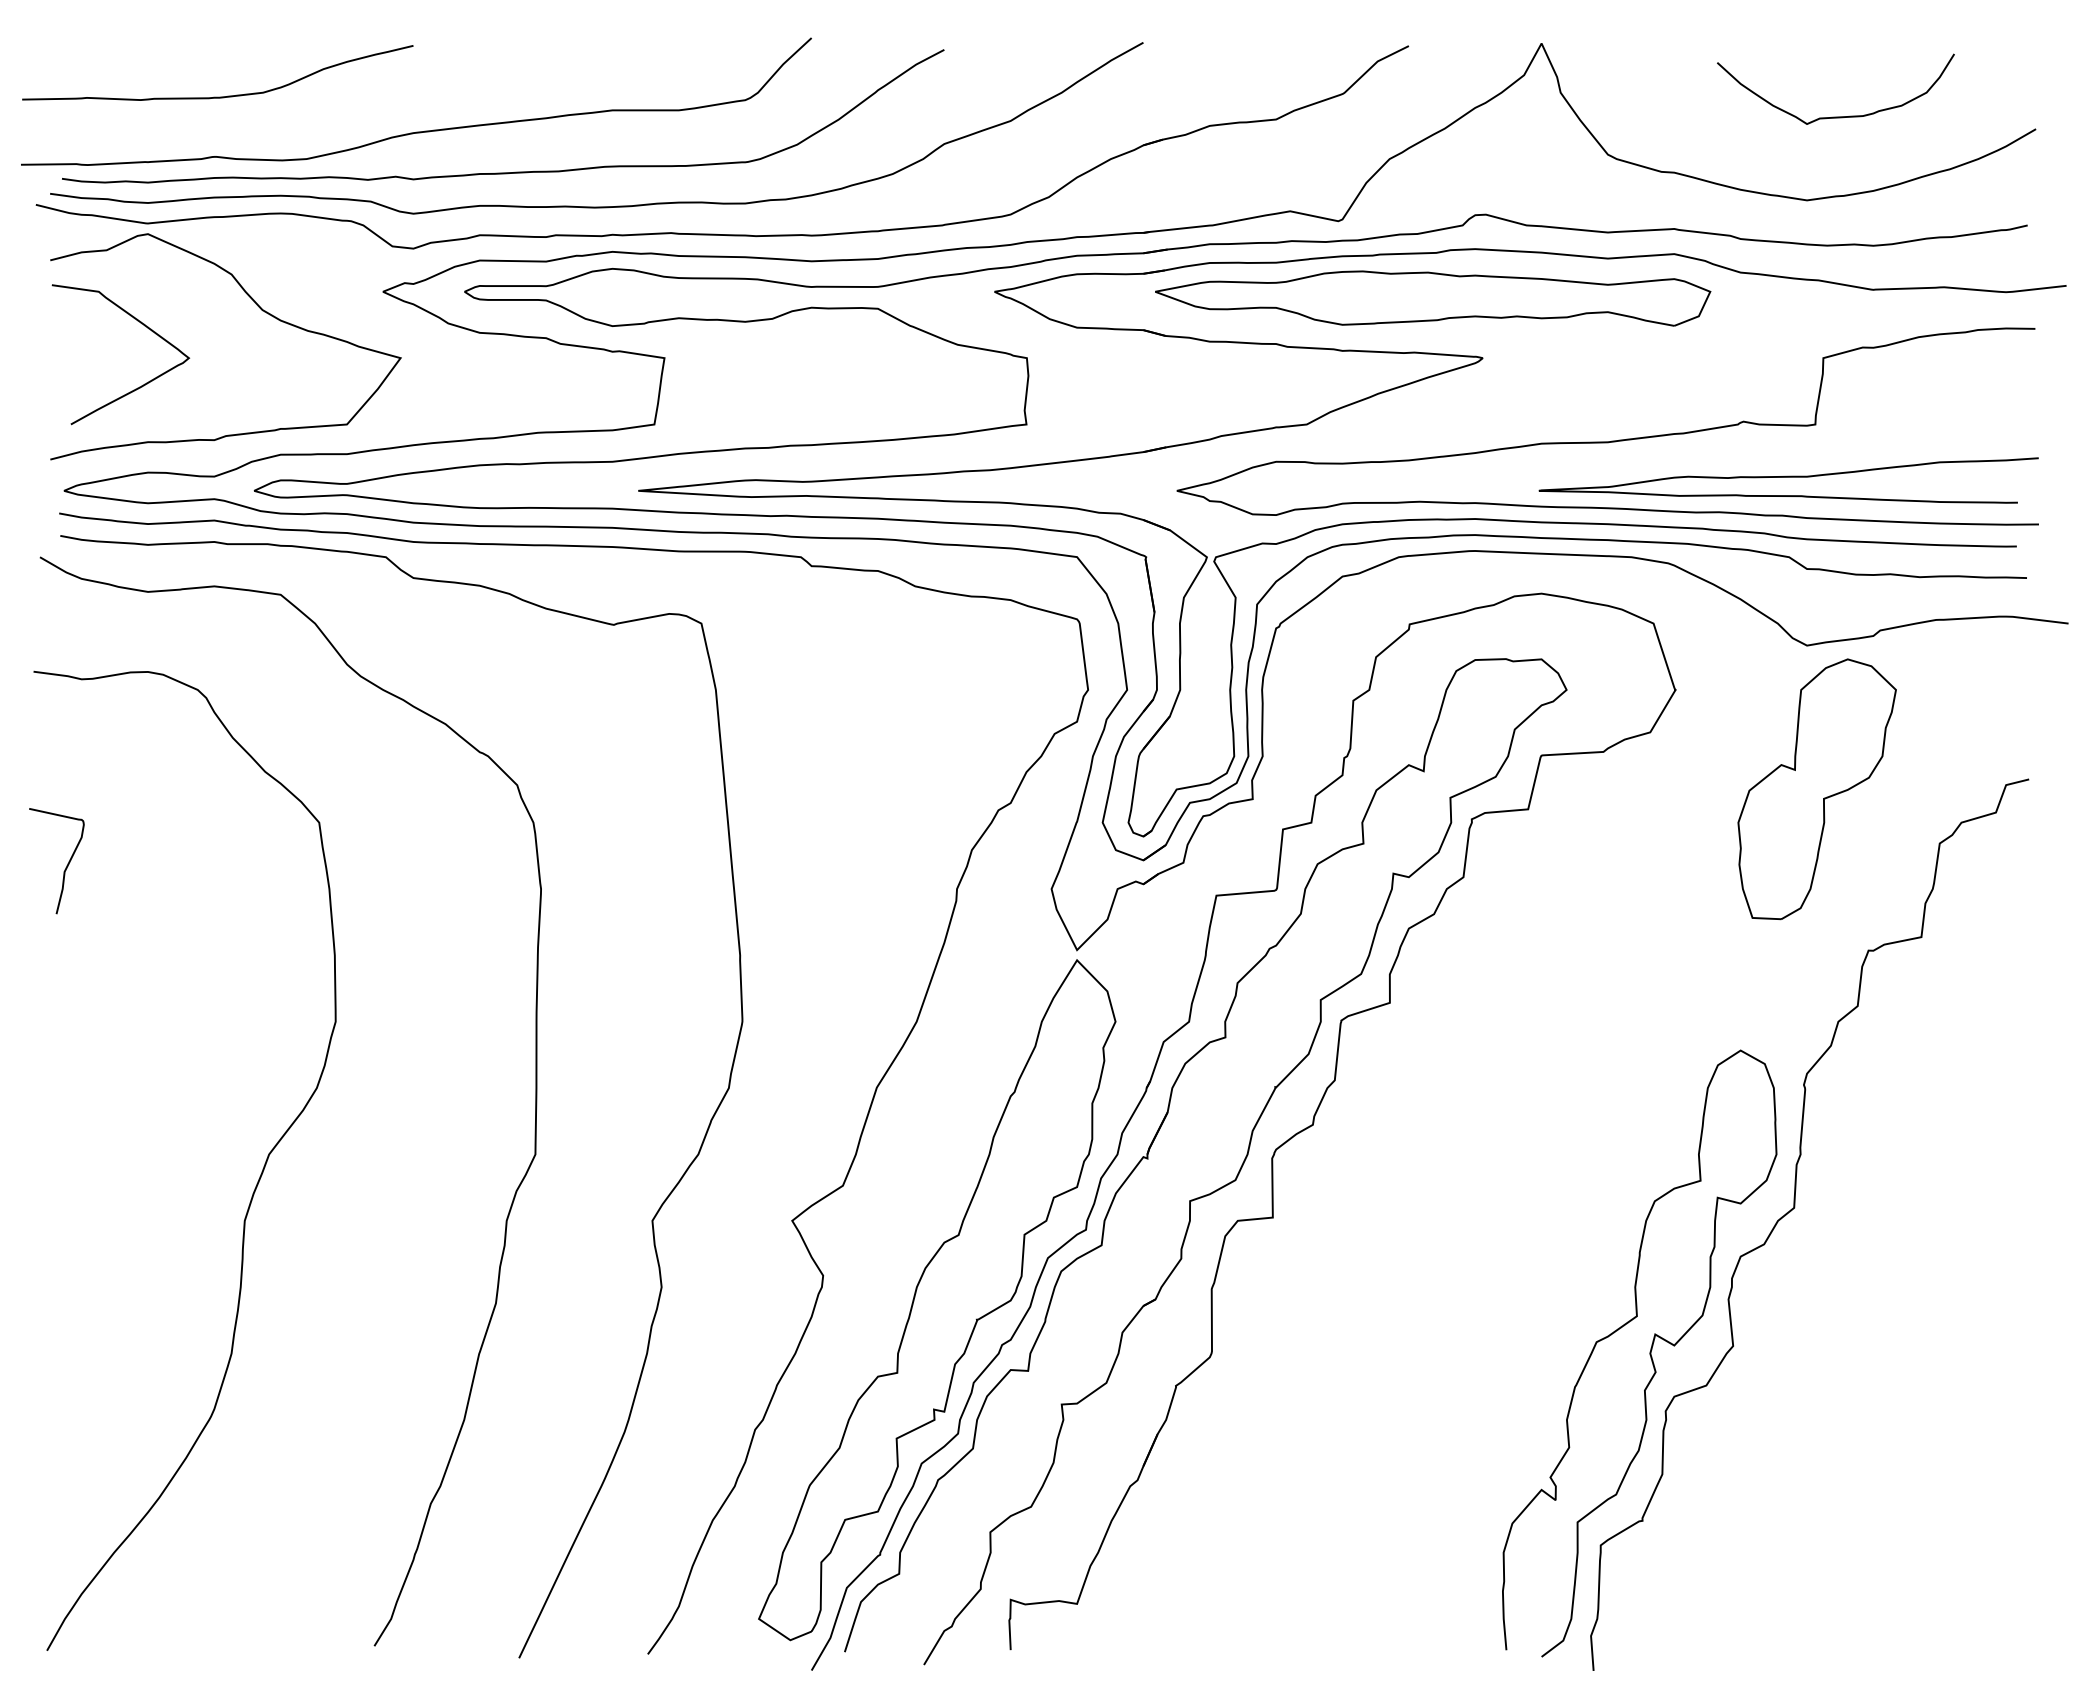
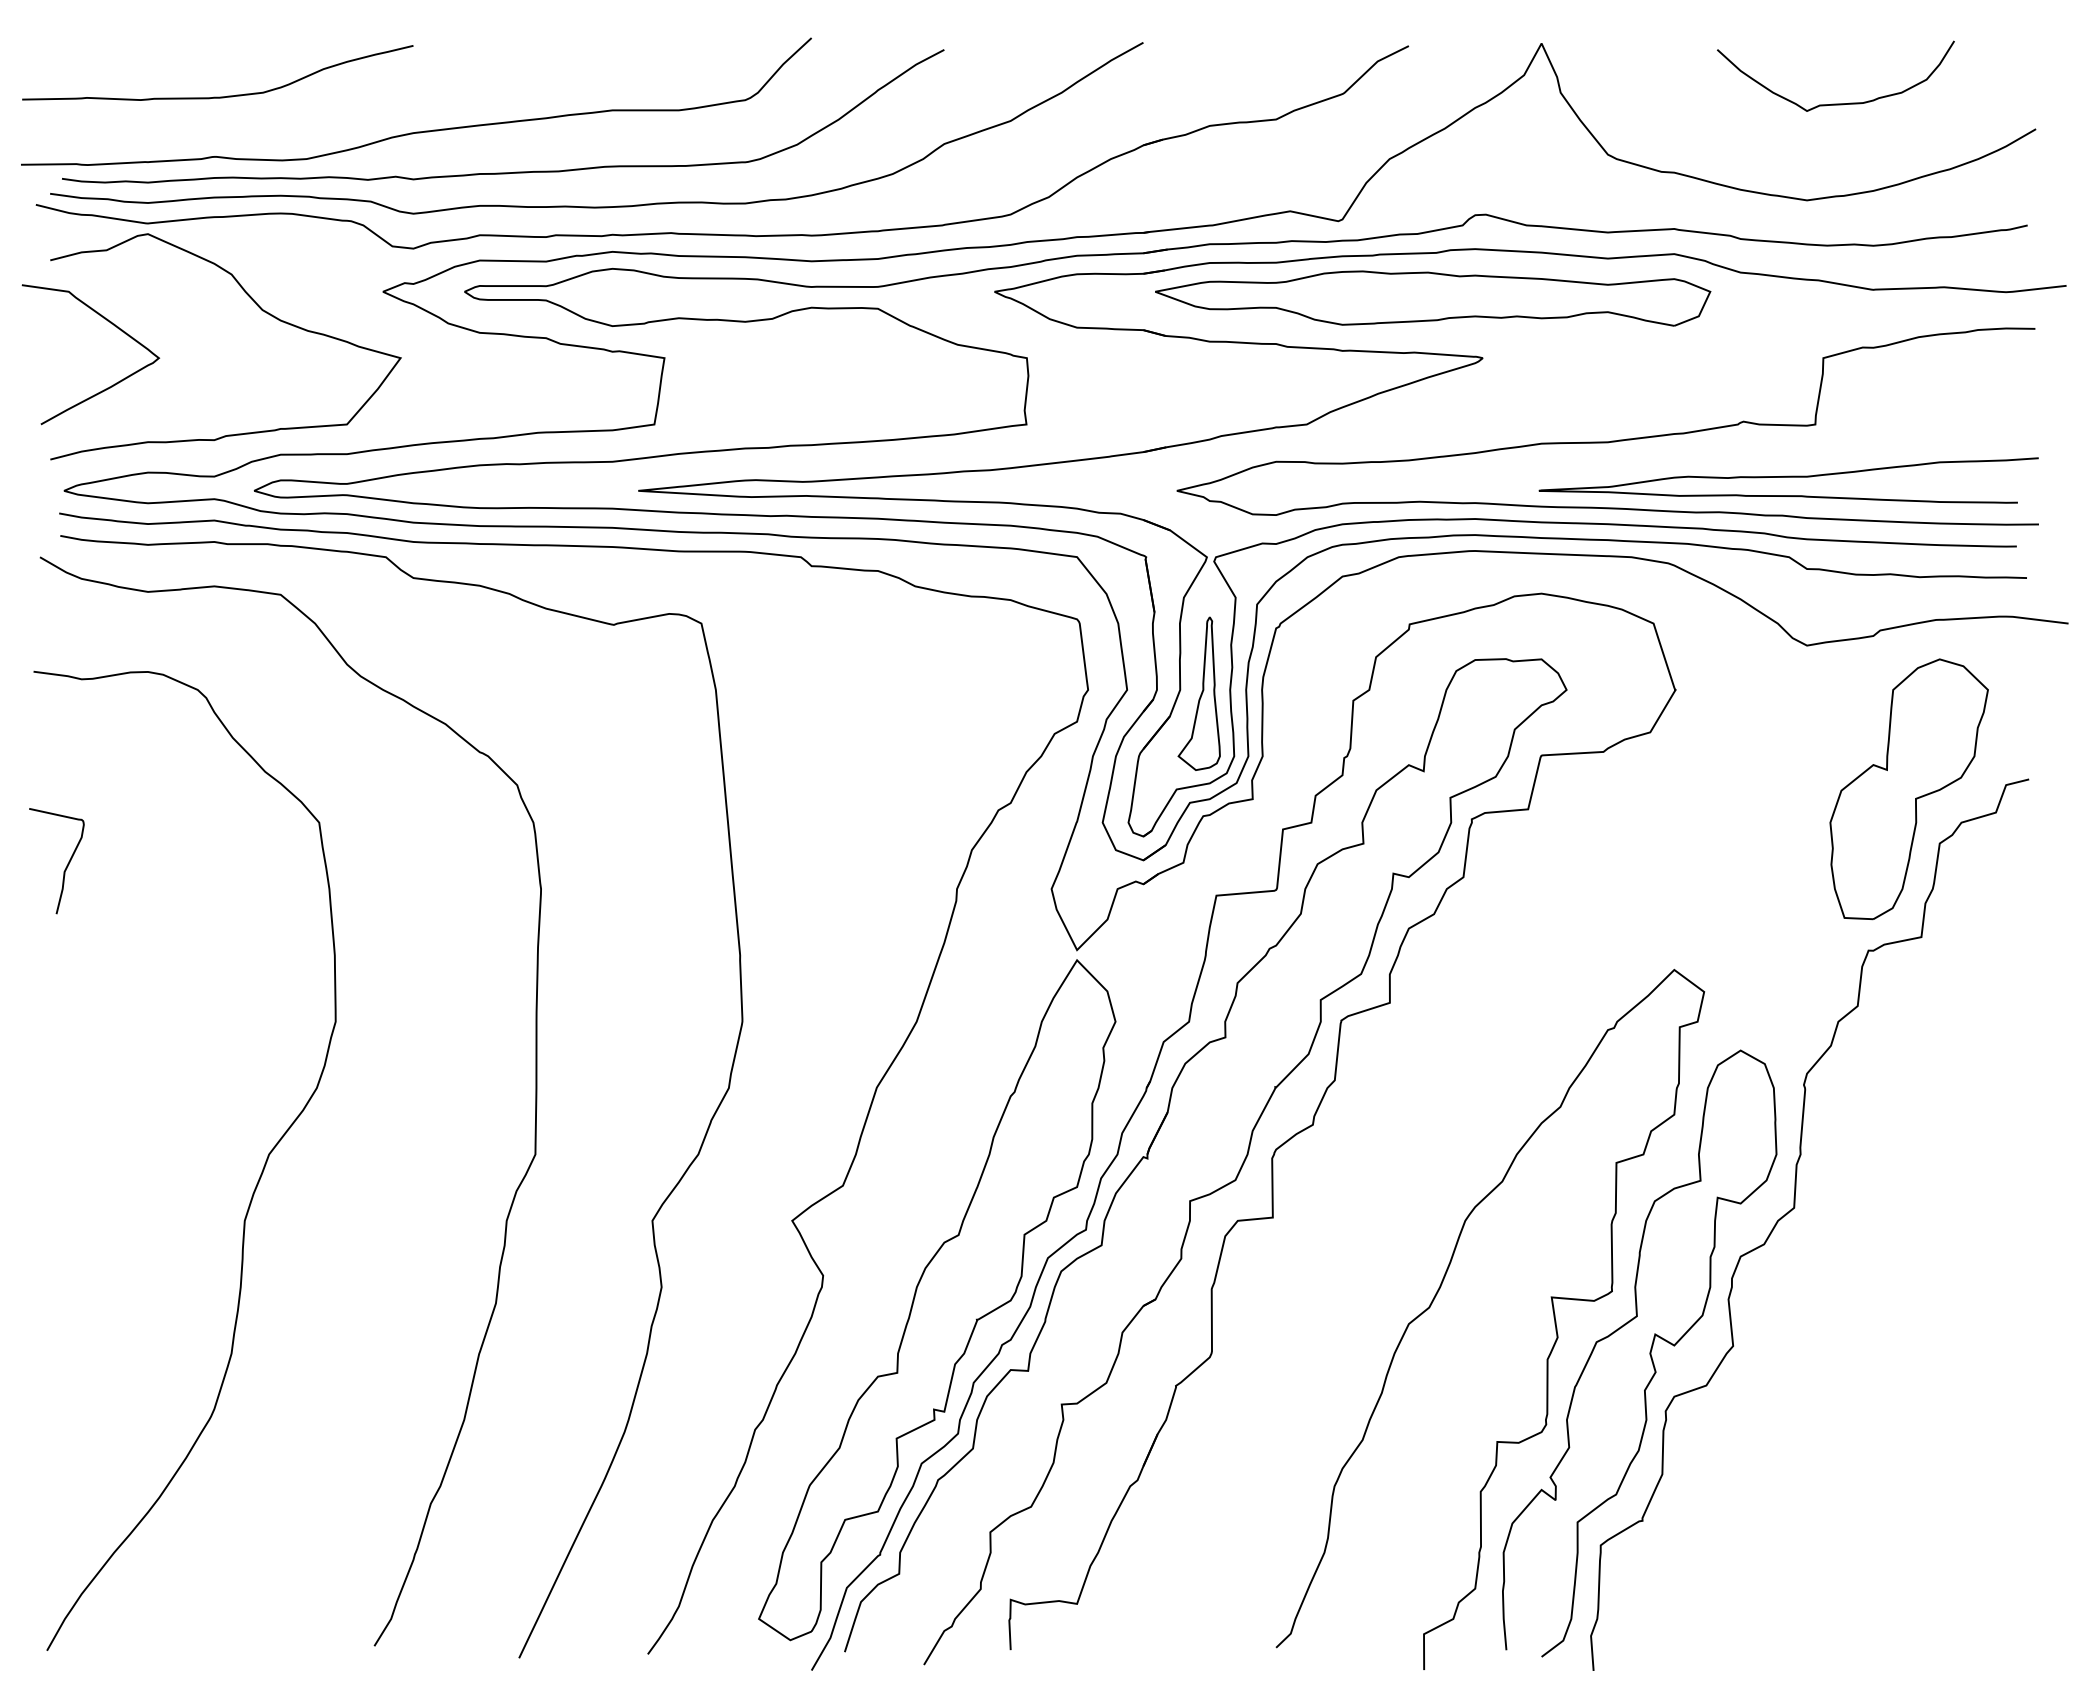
curve at (1835, 116) position: (1835, 116) -> (1835, 103)
curve at (144, 326) position: (144, 326) -> (114, 326)
part at (1198, 693): none -> present
part at (1816, 789) position: (1816, 789) -> (1908, 789)
curve at (1438, 1292): none -> present
